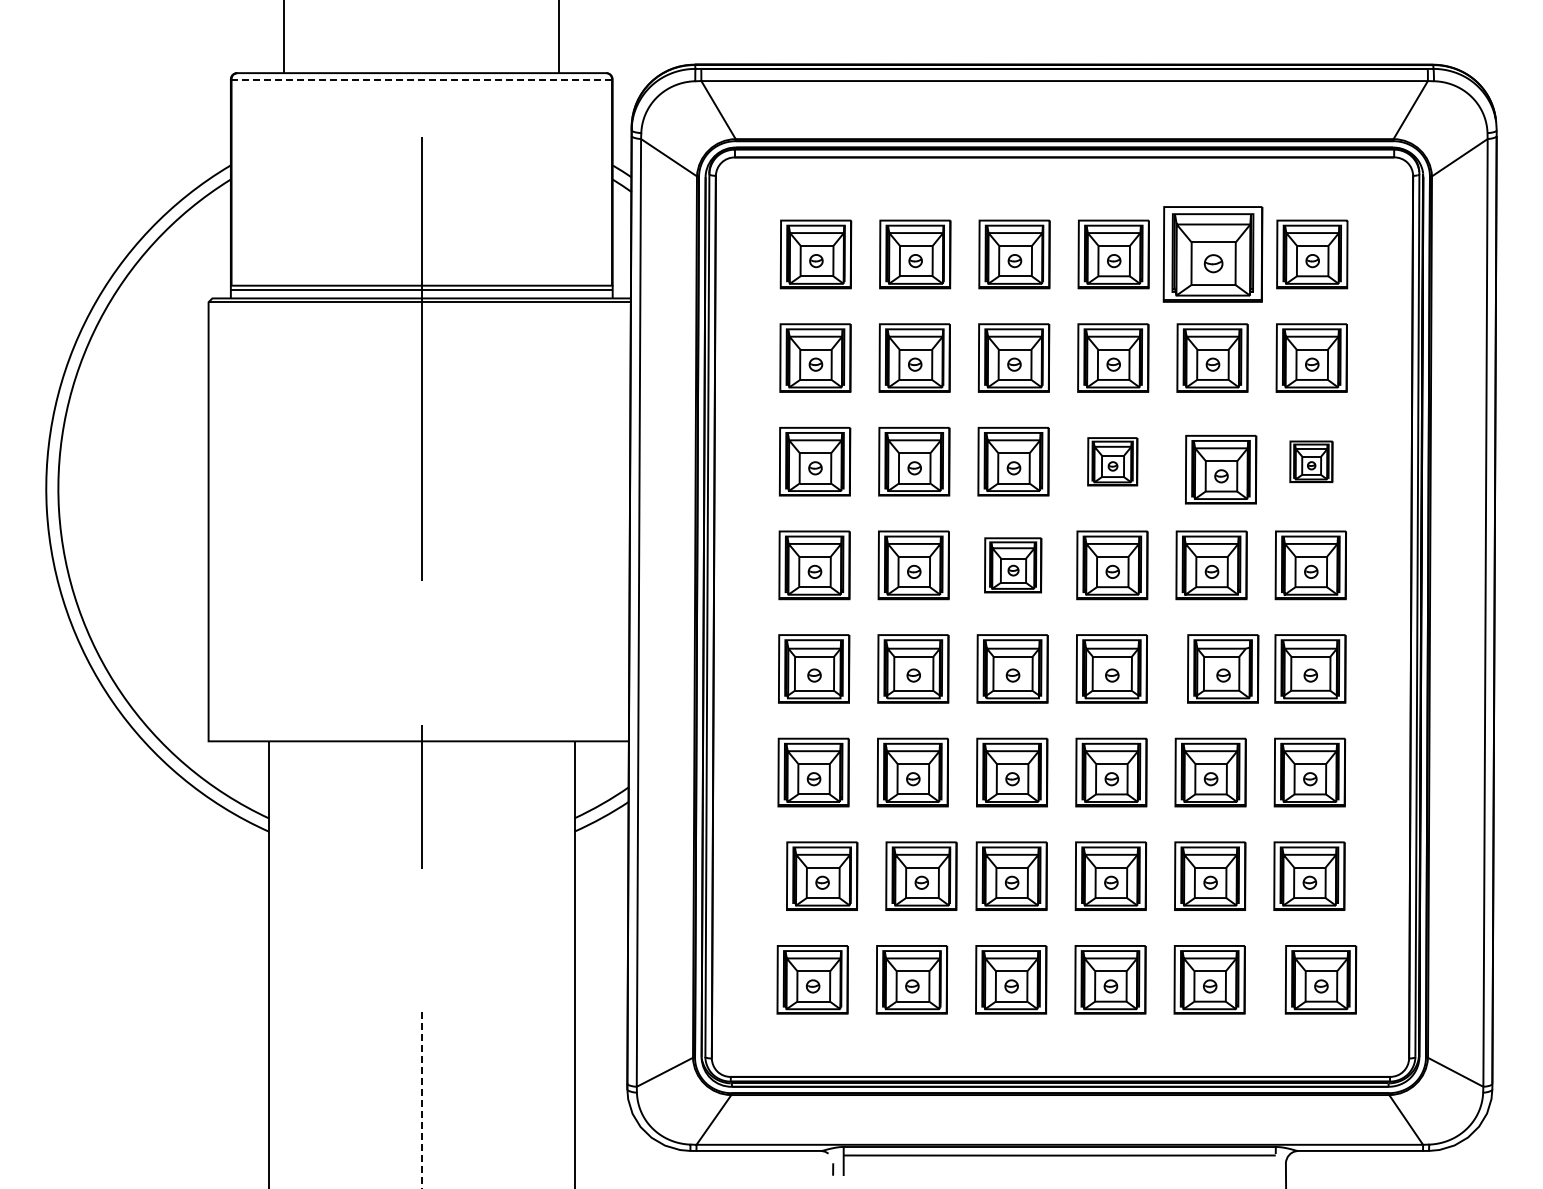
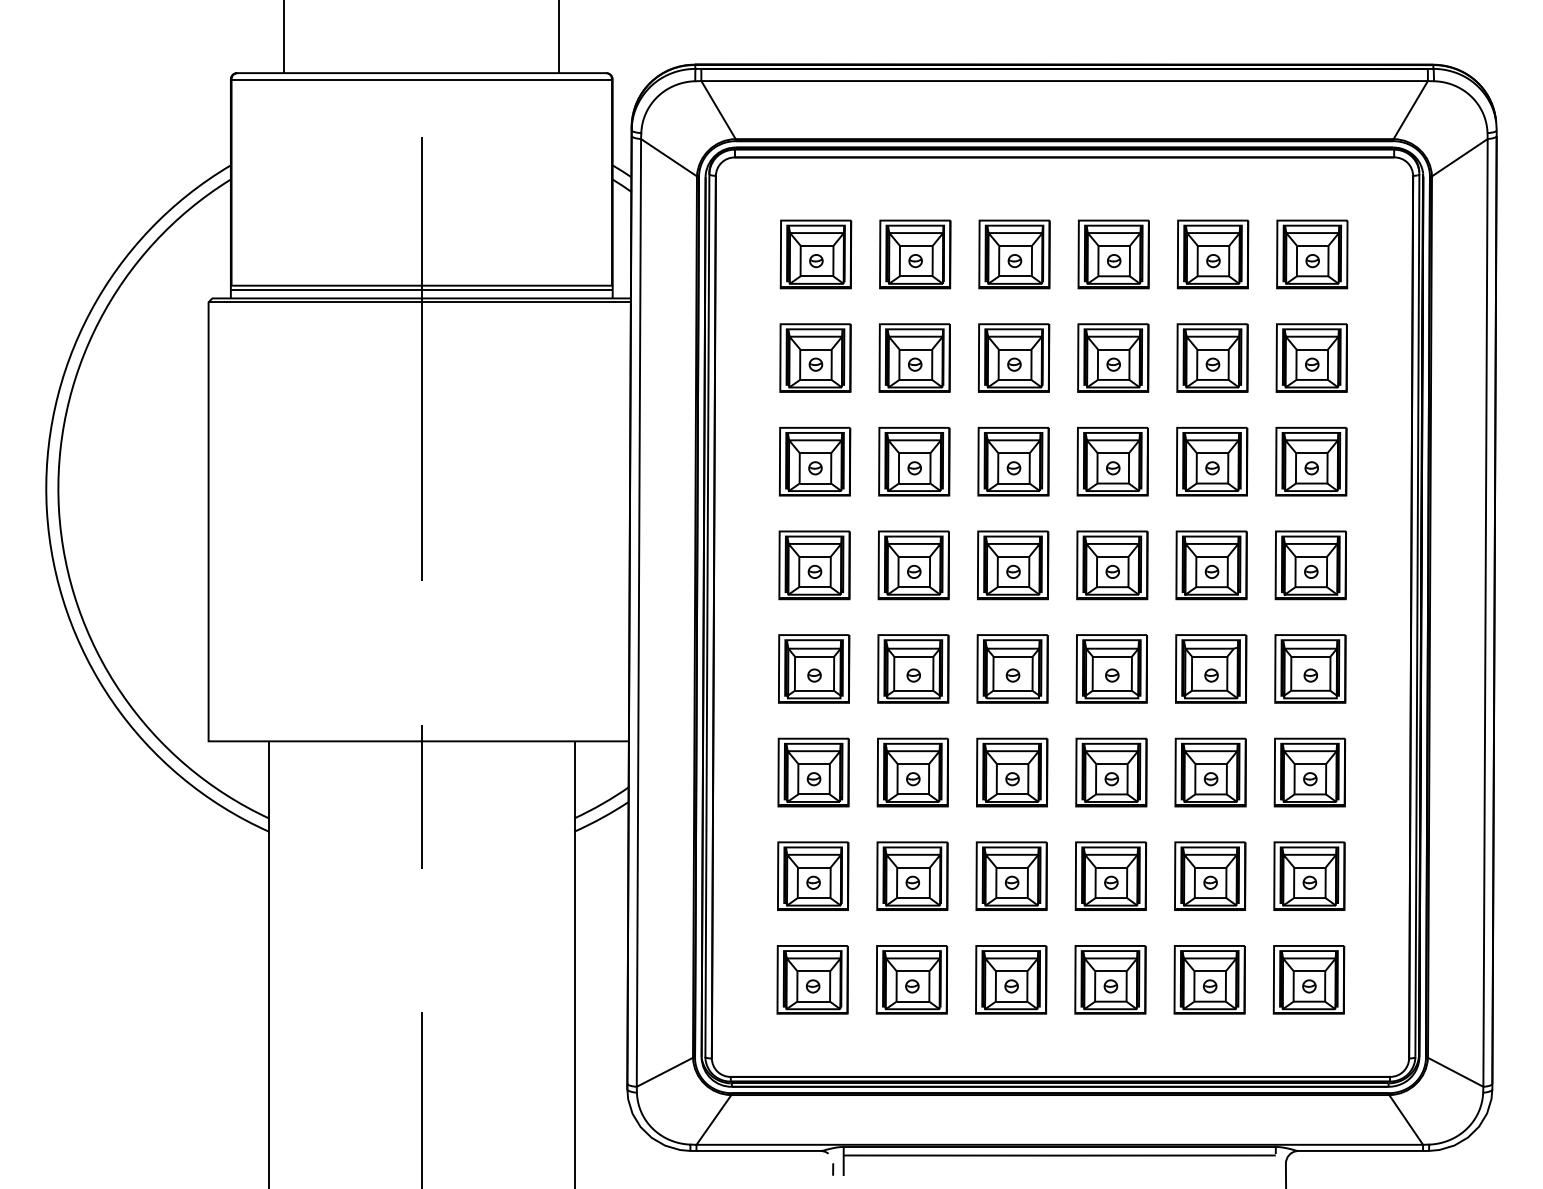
line at (421, 79): dashed -> solid
part at (1212, 254) size: 102x97 px -> 74x71 px
part at (1112, 461) size: 52x50 px -> 73x70 px
part at (1311, 461) size: 45x43 px -> 73x70 px
part at (1221, 469) position: (1221, 469) -> (1212, 461)
part at (1013, 565) size: 59x57 px -> 73x71 px
part at (1223, 668) position: (1223, 668) -> (1211, 668)
part at (822, 875) position: (822, 875) -> (813, 875)
part at (921, 875) position: (921, 875) -> (912, 875)
part at (1320, 979) position: (1320, 979) -> (1308, 979)
line at (421, 1100): dashed -> solid
